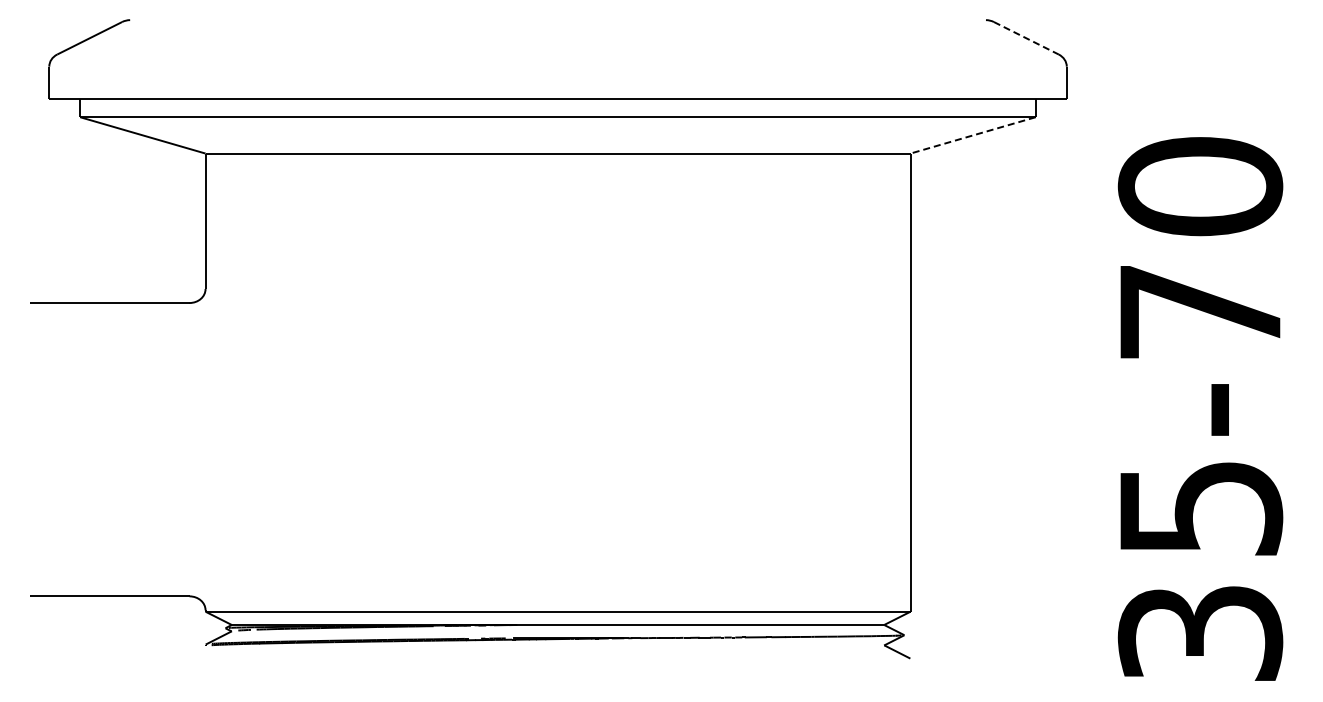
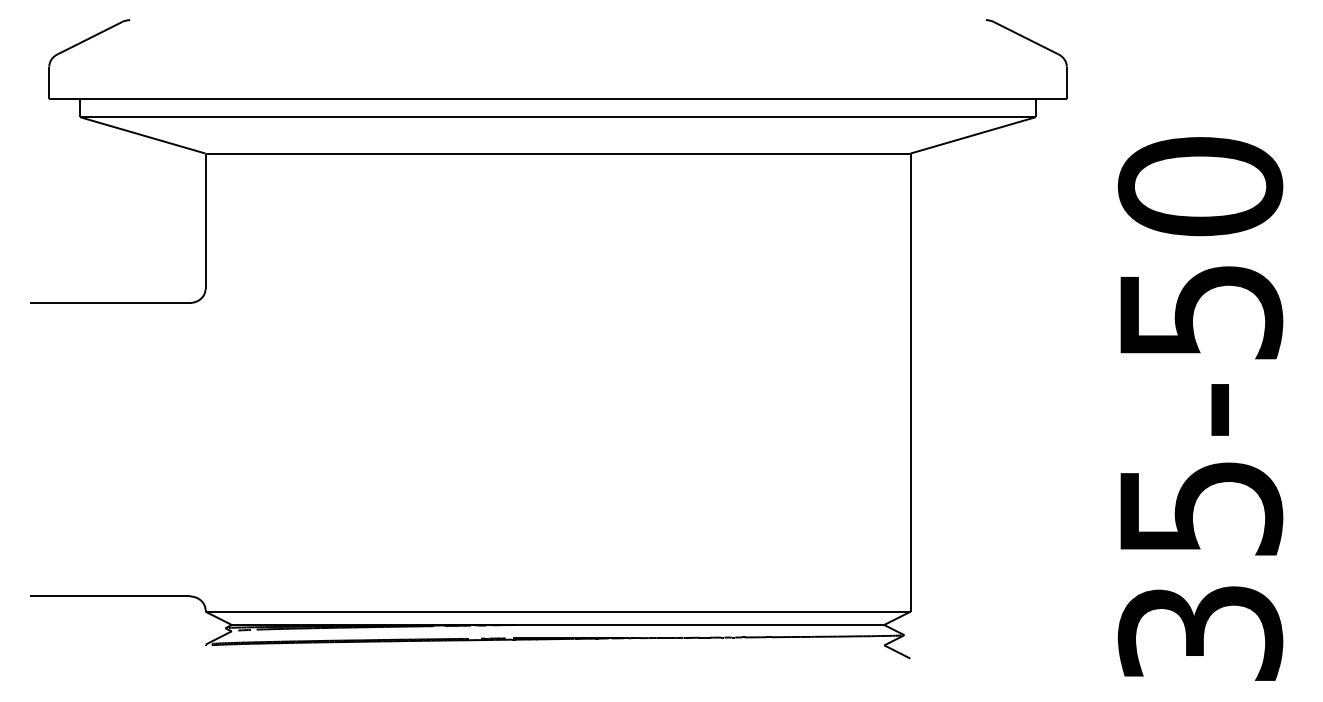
line at (1026, 38): dashed -> solid
line at (972, 135): dashed -> solid
text at (1201, 312): 35-70 -> 35-50
